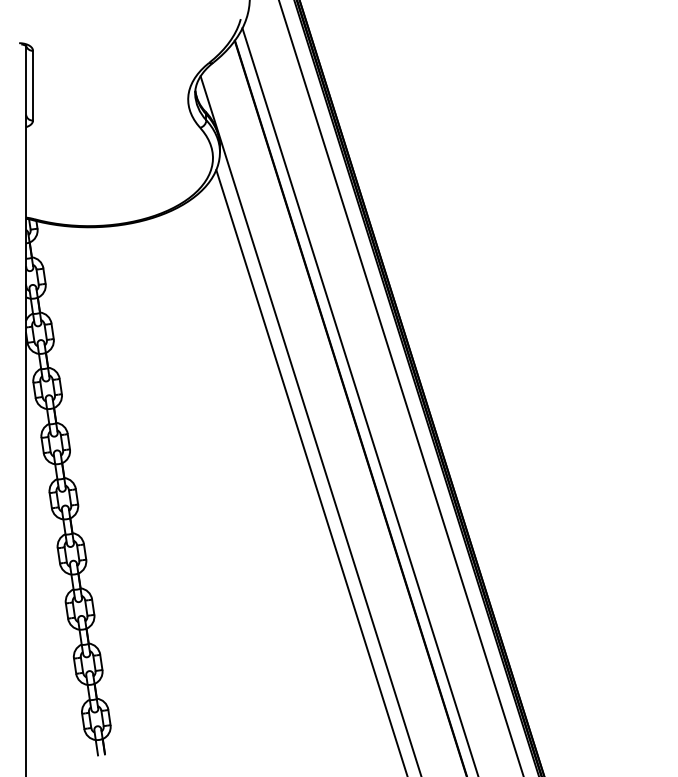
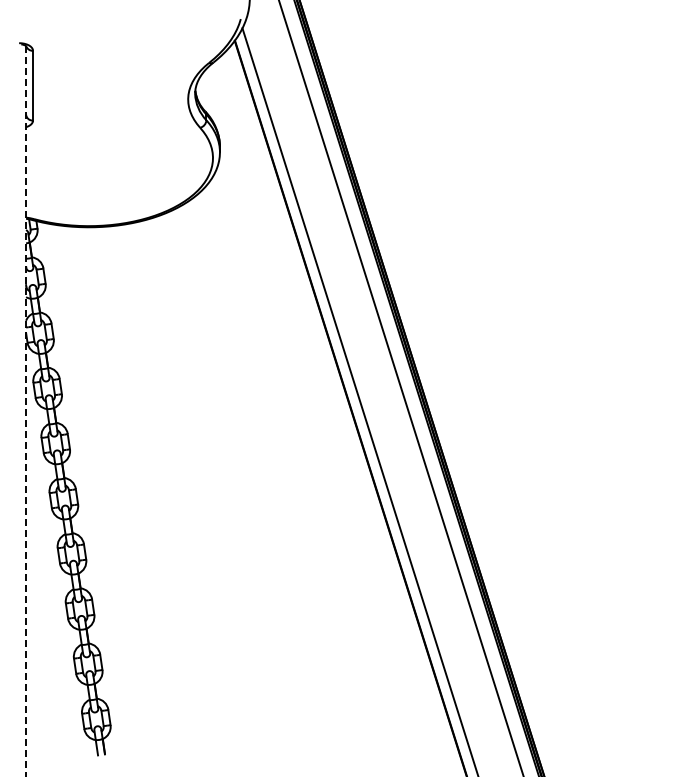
line at (26, 411): solid -> dashed
line at (310, 424): present -> none
line at (311, 471): present -> none
